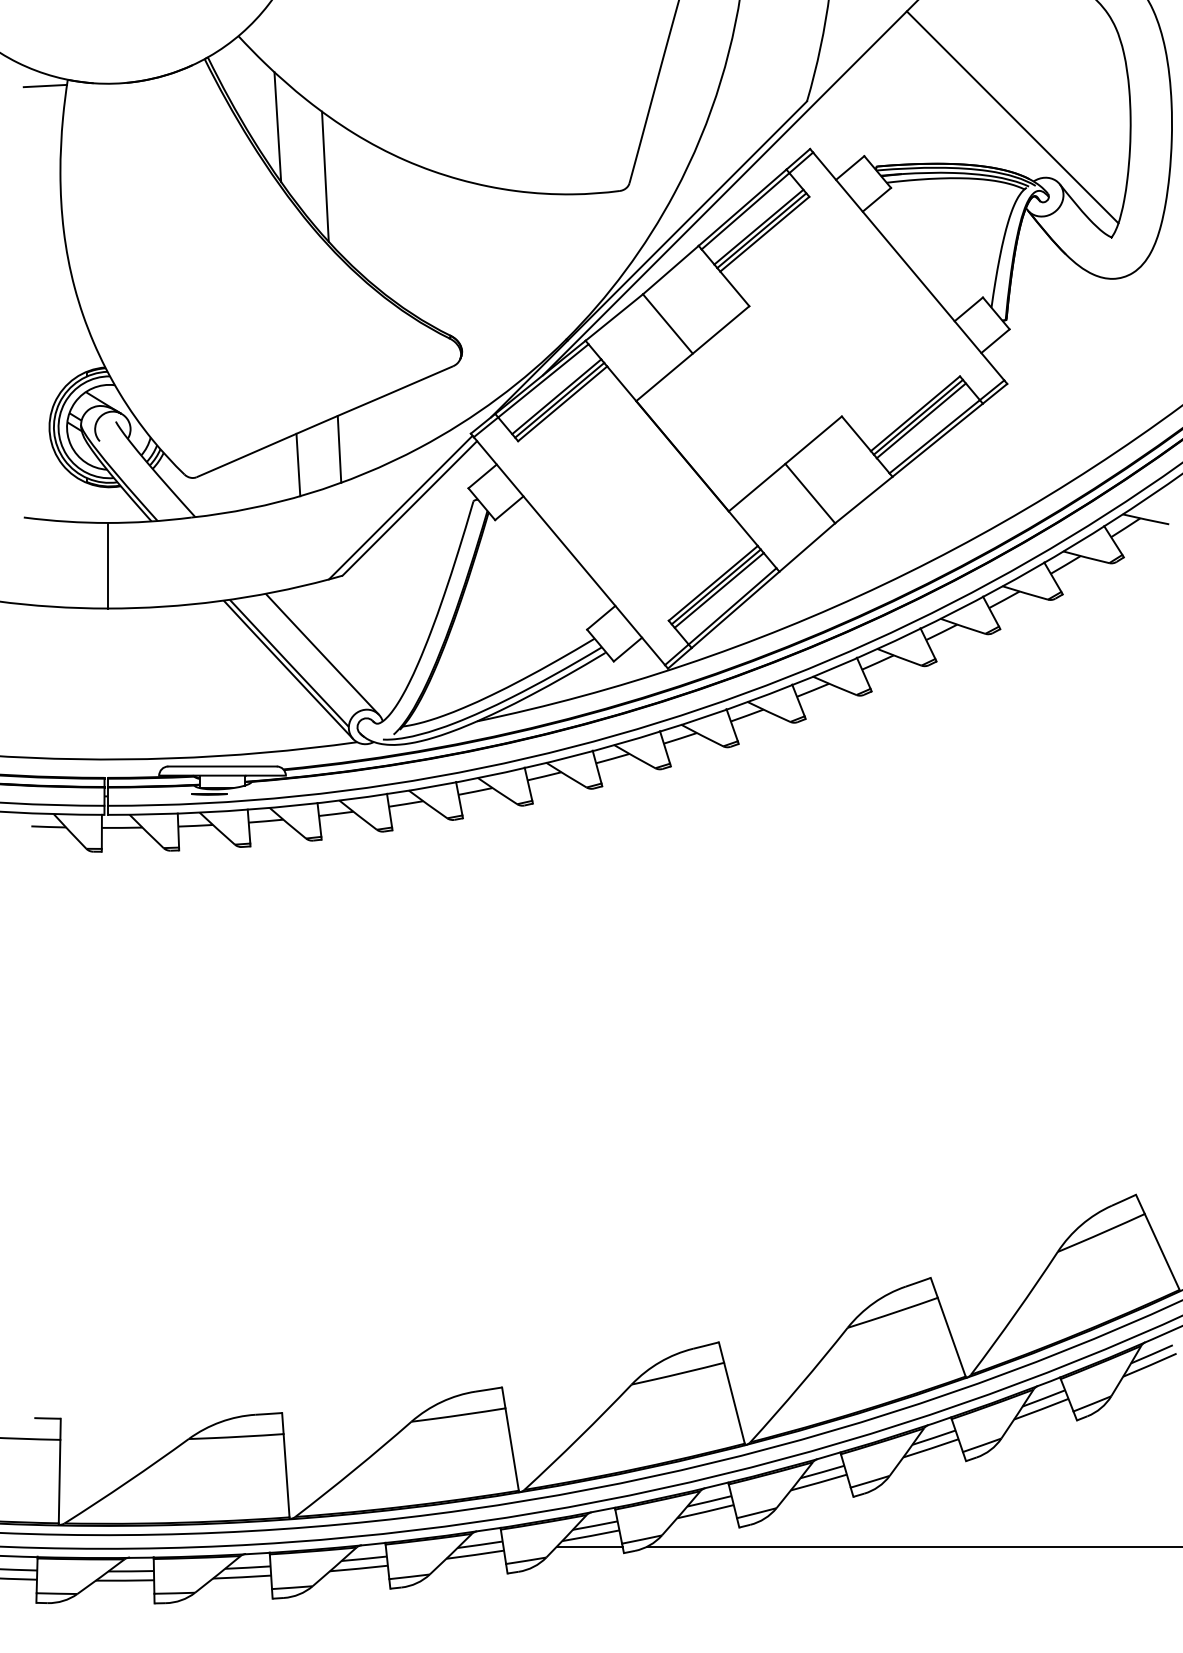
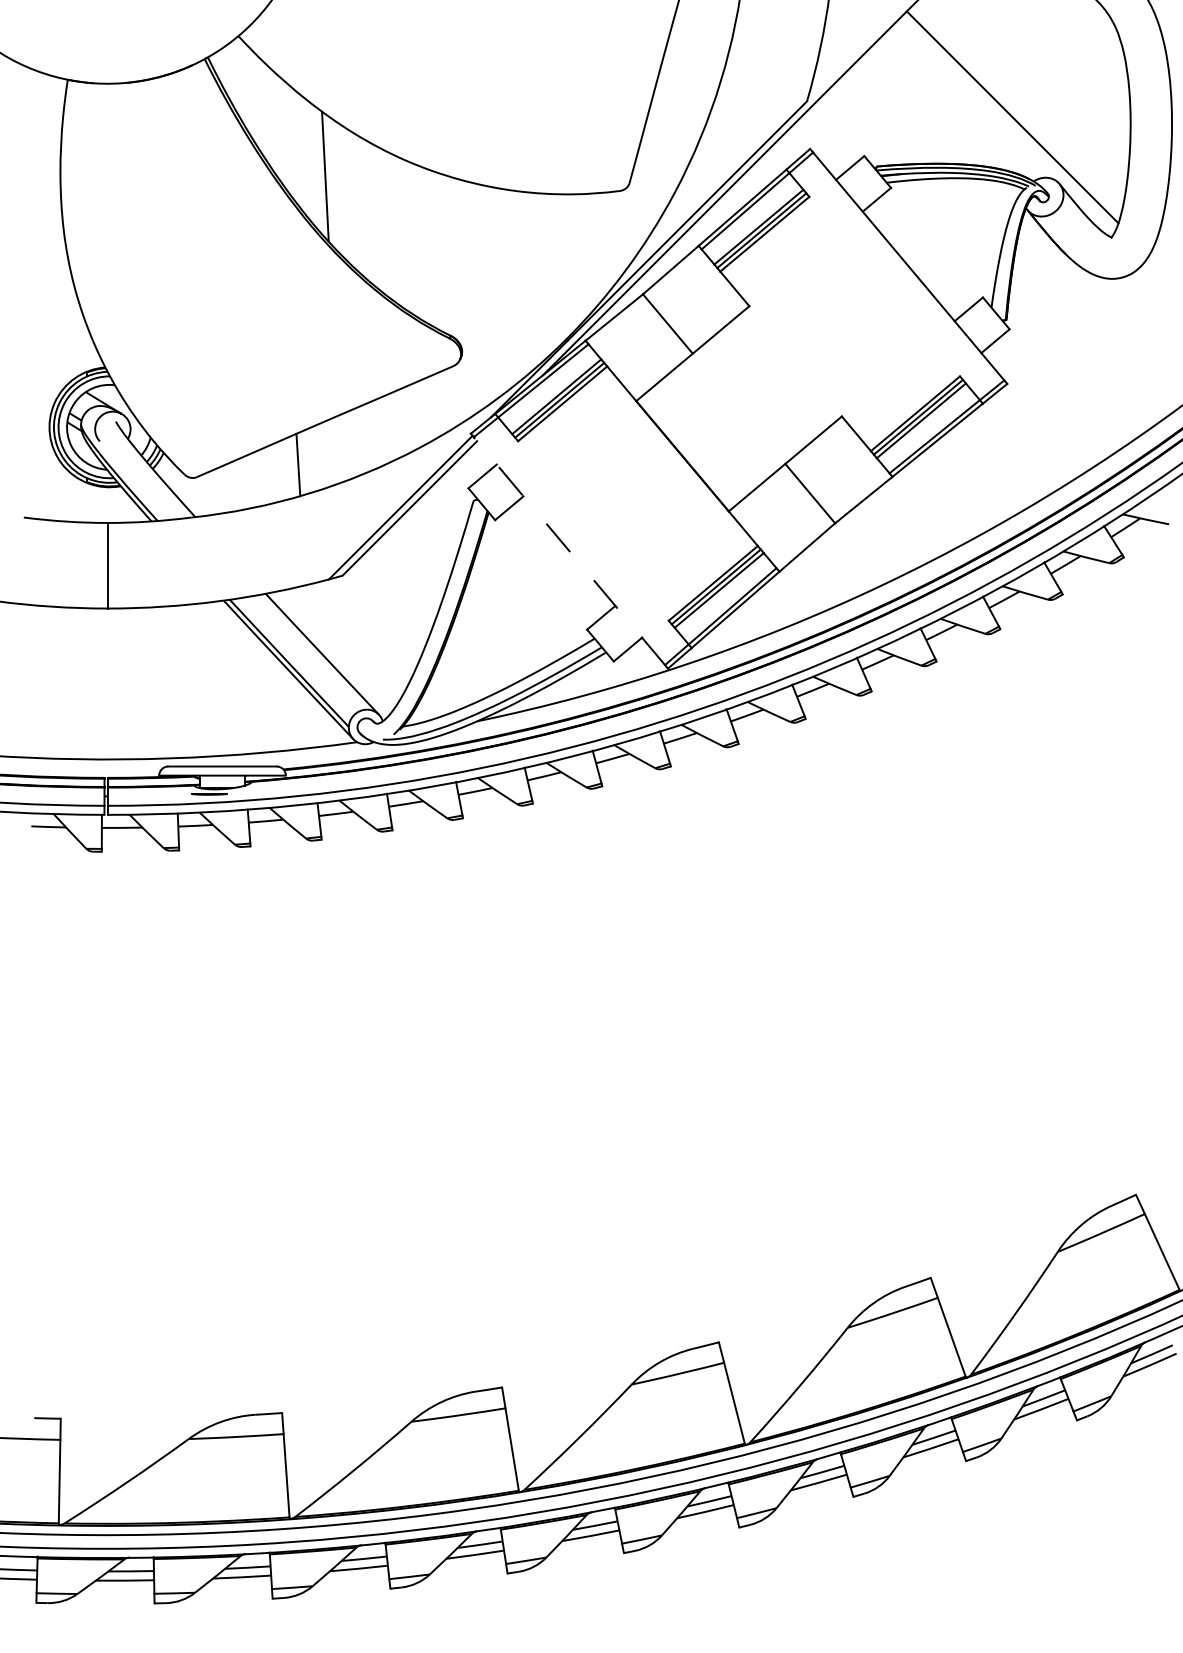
line at (45, 85): present -> none
line at (277, 127): present -> none
line at (339, 448): present -> none
line at (569, 551): solid -> dashed
line at (589, 1546): present -> none
line at (912, 1546): present -> none
